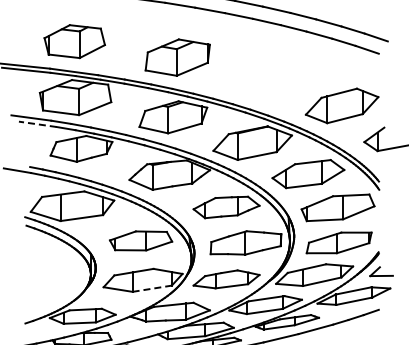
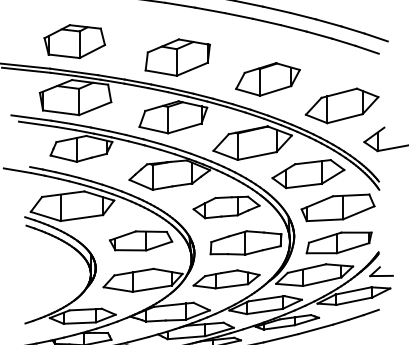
part at (267, 79): none -> present
line at (37, 124): dashed -> solid
line at (152, 288): dashed -> solid
